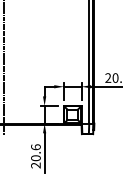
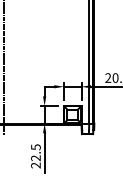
text at (35, 152): 20.6 -> 22.5
